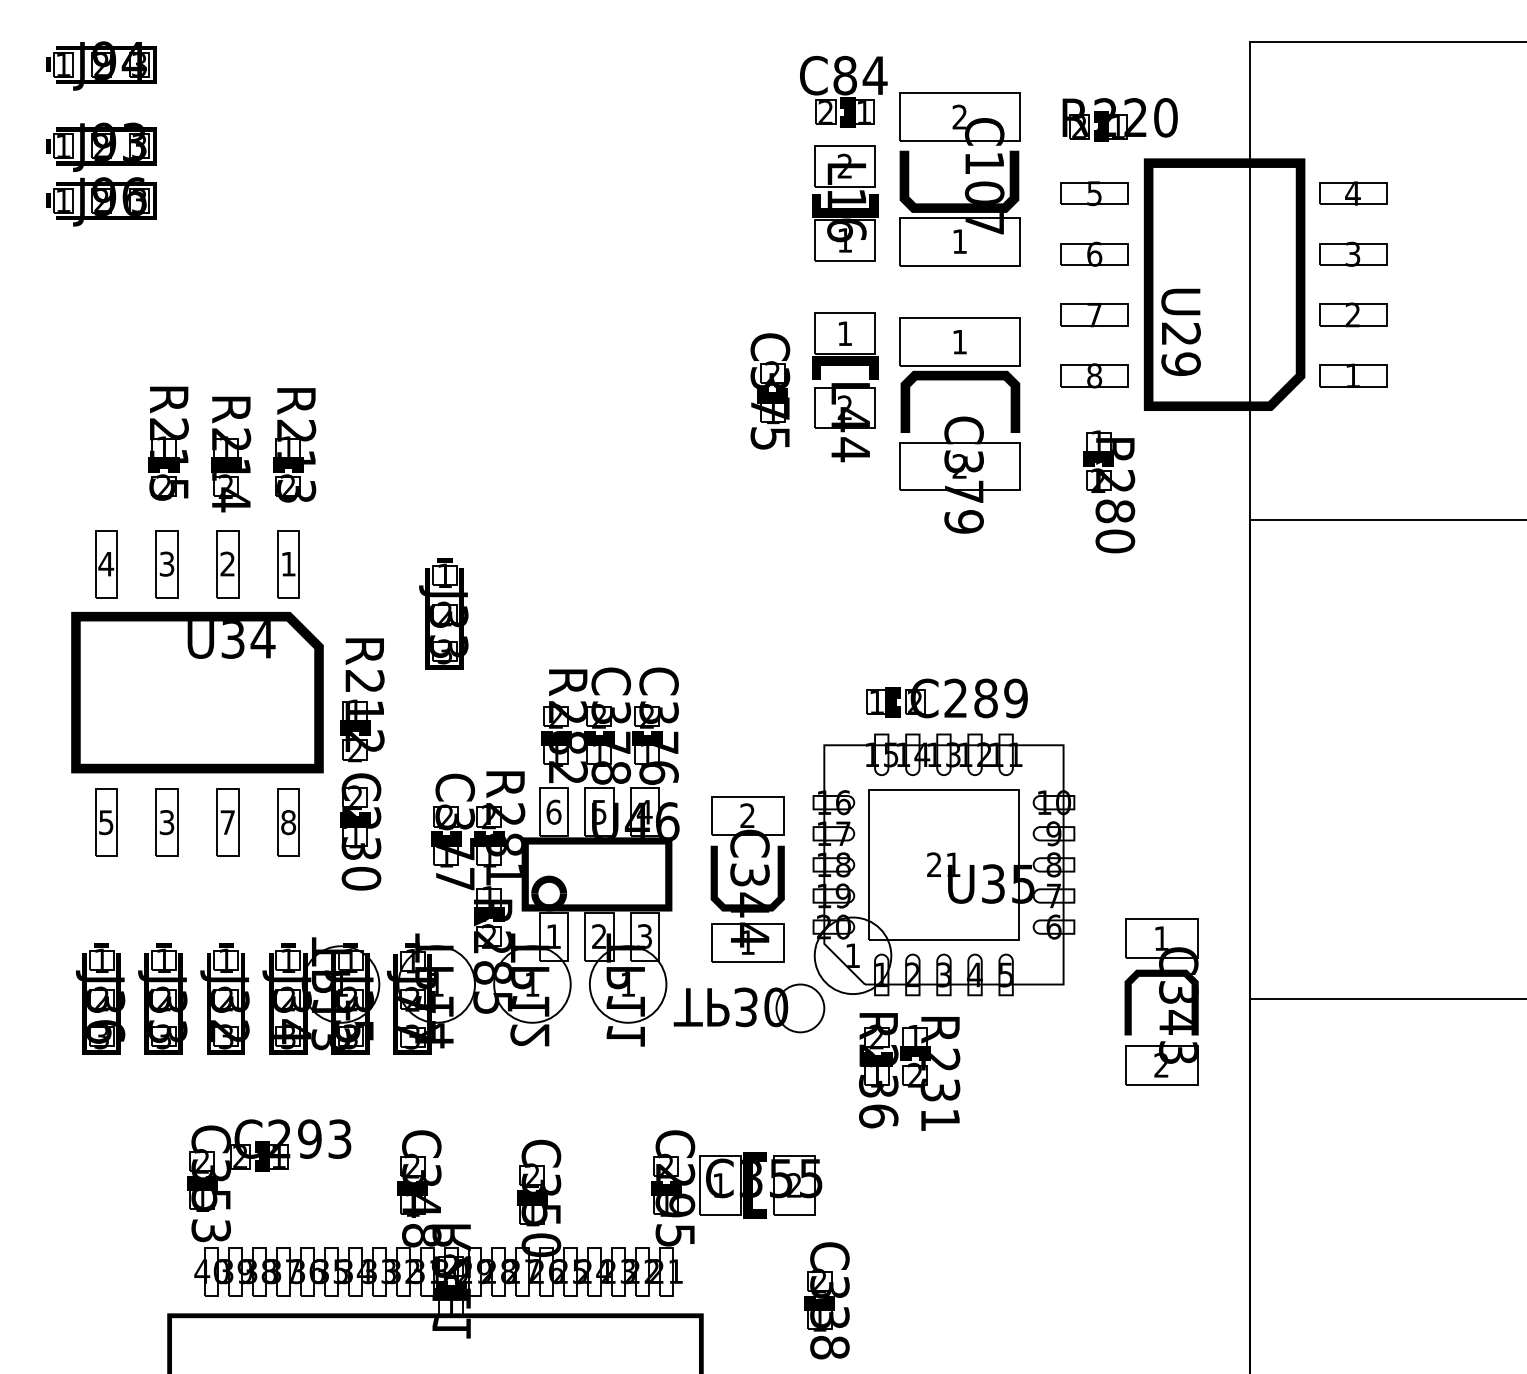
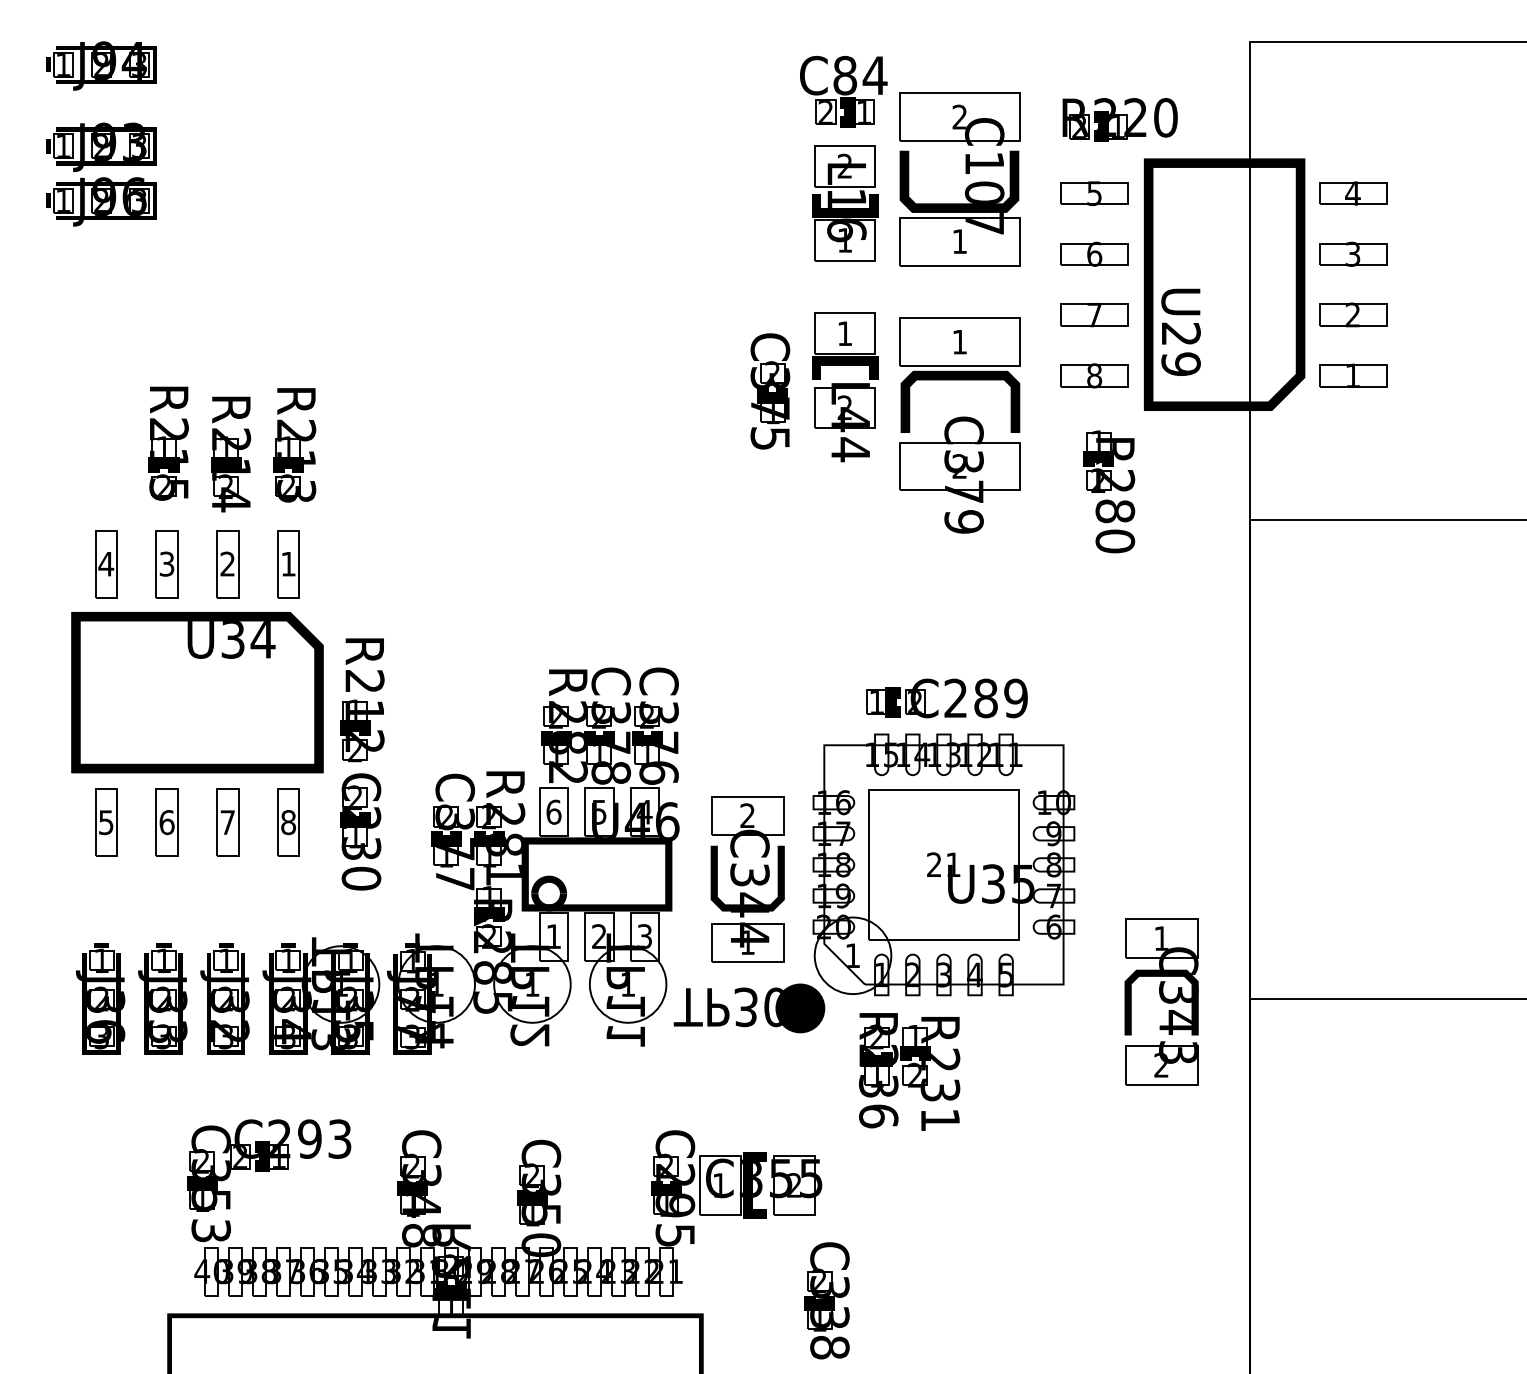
part at (443, 613): present -> none
text at (166, 822): 3 -> 6
fill at (800, 1008): none -> present
